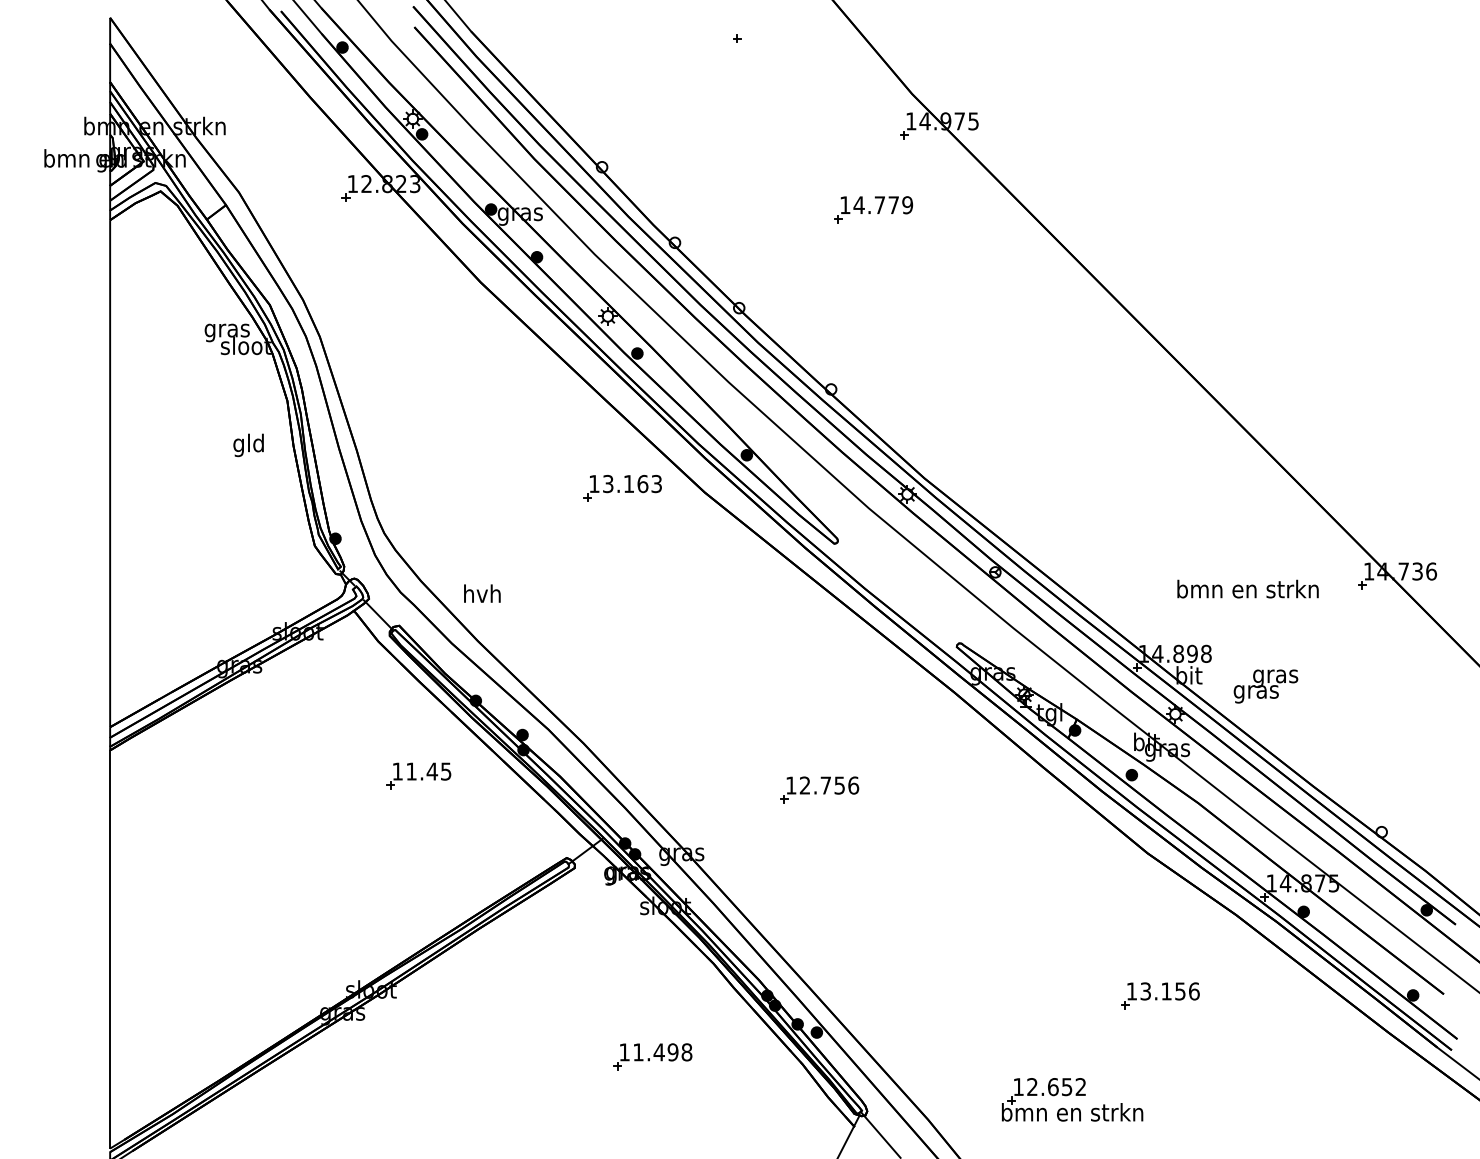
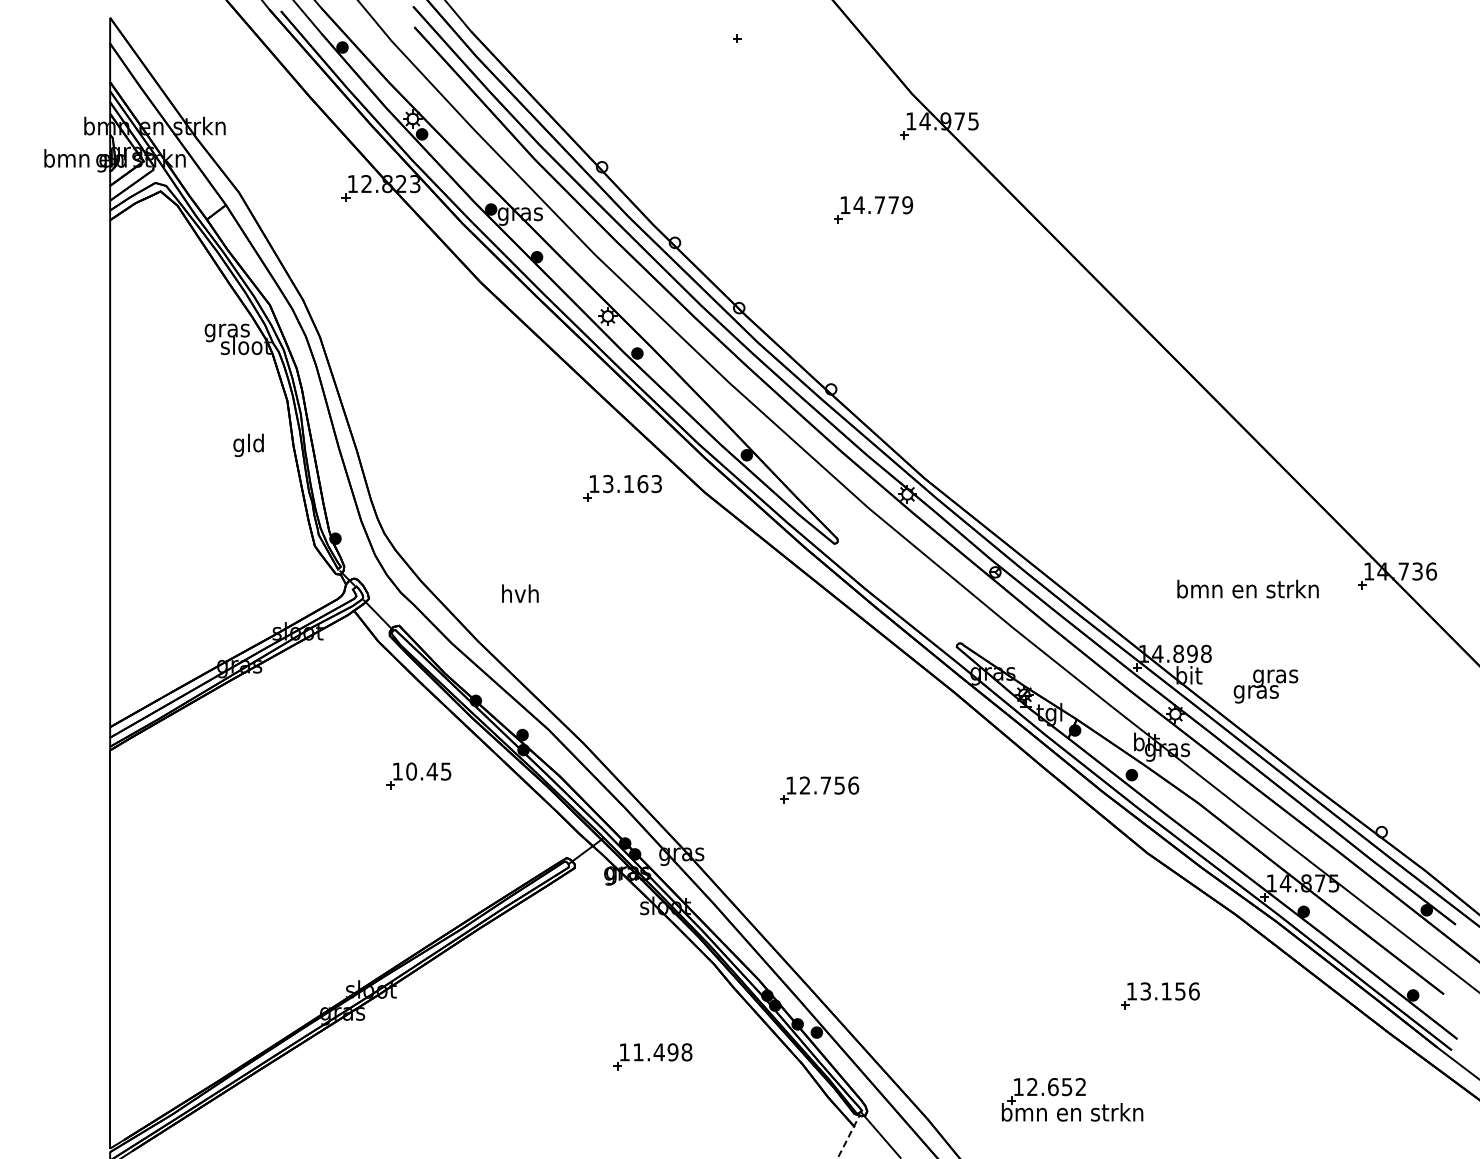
text at (482, 593) position: (482, 593) -> (520, 593)
text at (411, 771): 11.45 -> 10.45
line at (848, 1136): solid -> dashed
